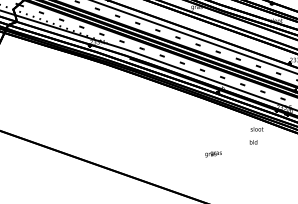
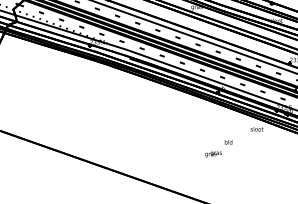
text at (253, 142) position: (253, 142) -> (228, 142)
